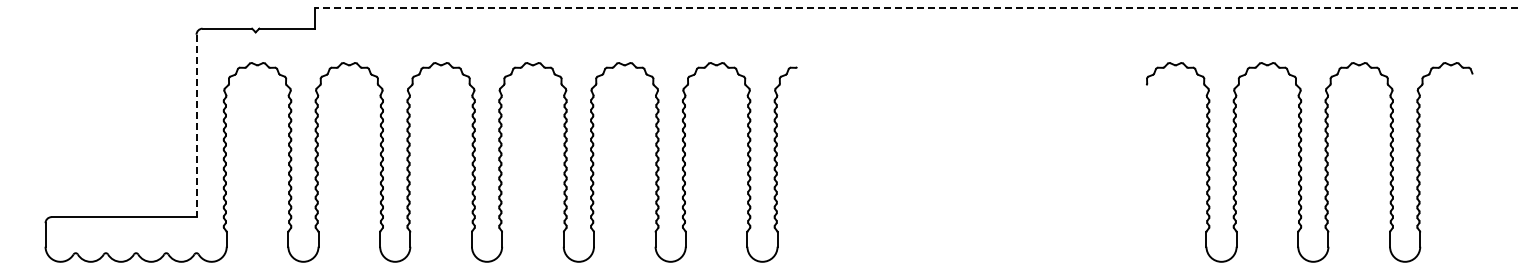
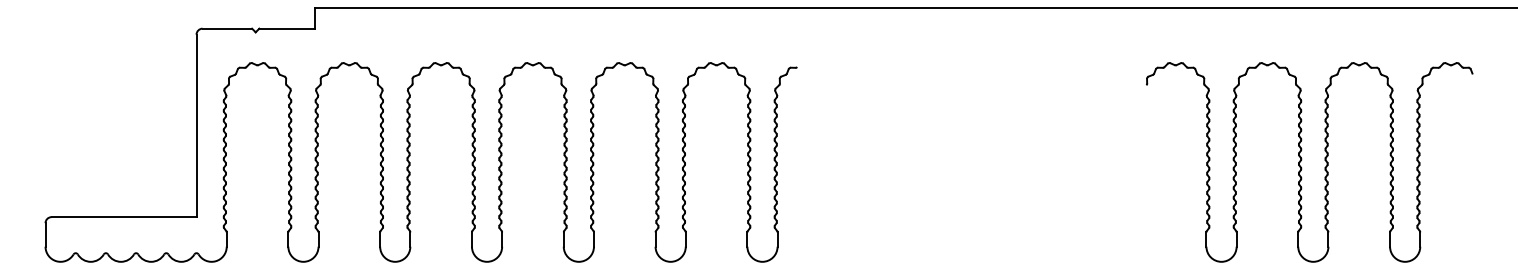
line at (915, 8): dashed -> solid
line at (196, 126): dashed -> solid
